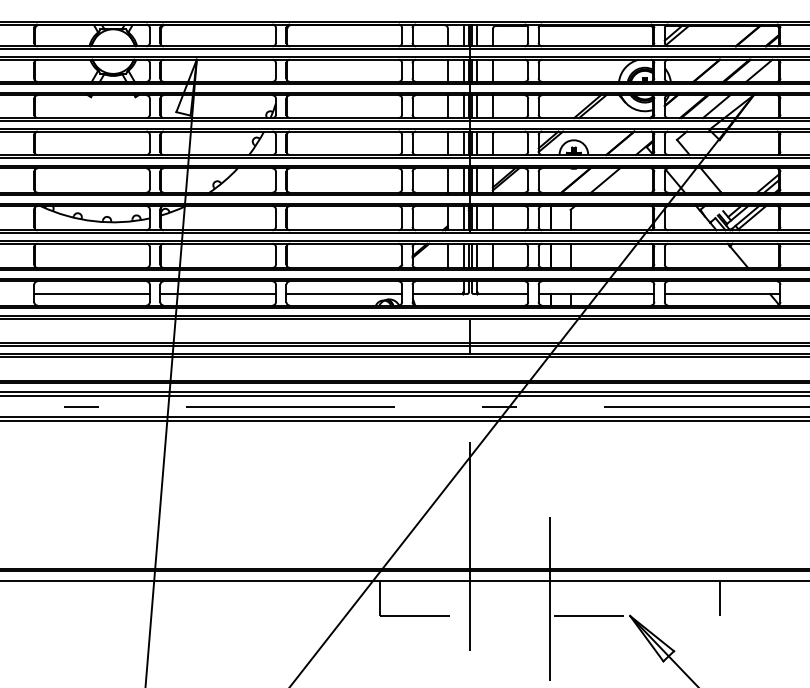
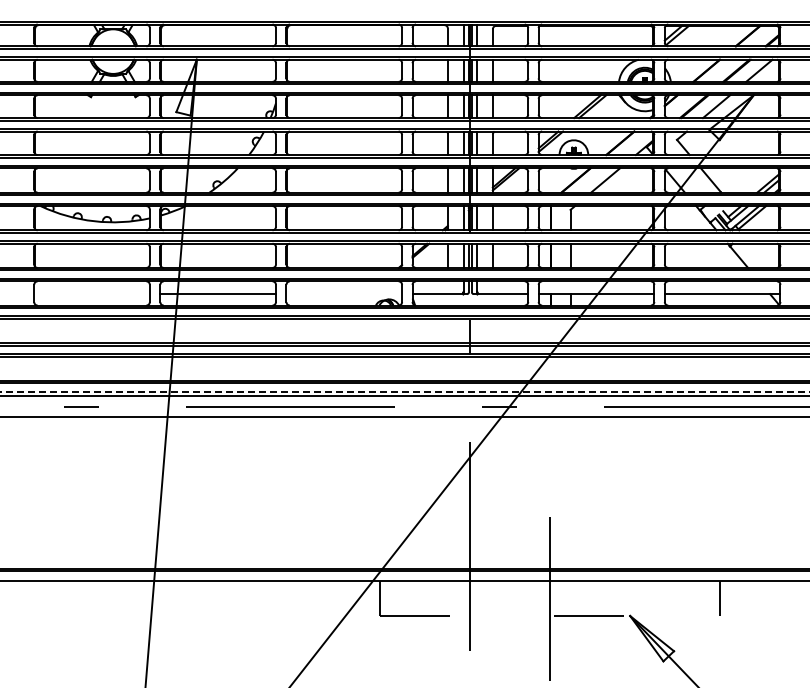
line at (91, 294): present -> none
line at (344, 294): present -> none
line at (404, 391): solid -> dashed
line at (404, 420): present -> none
